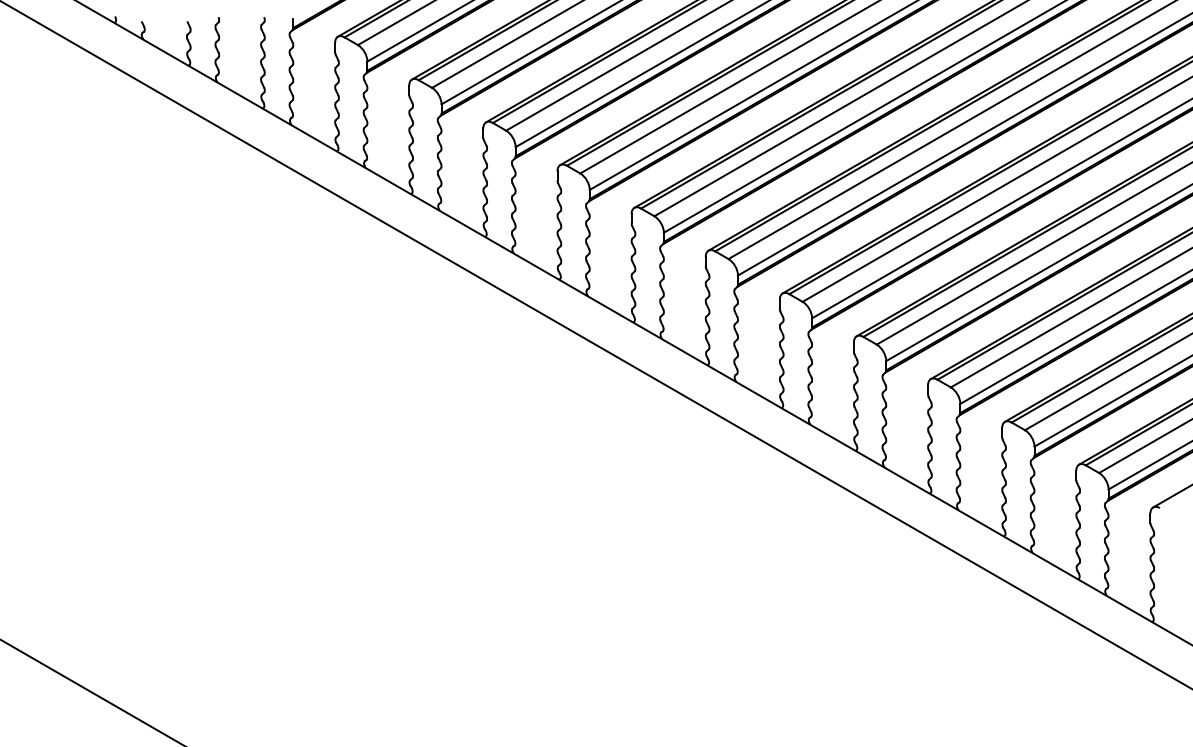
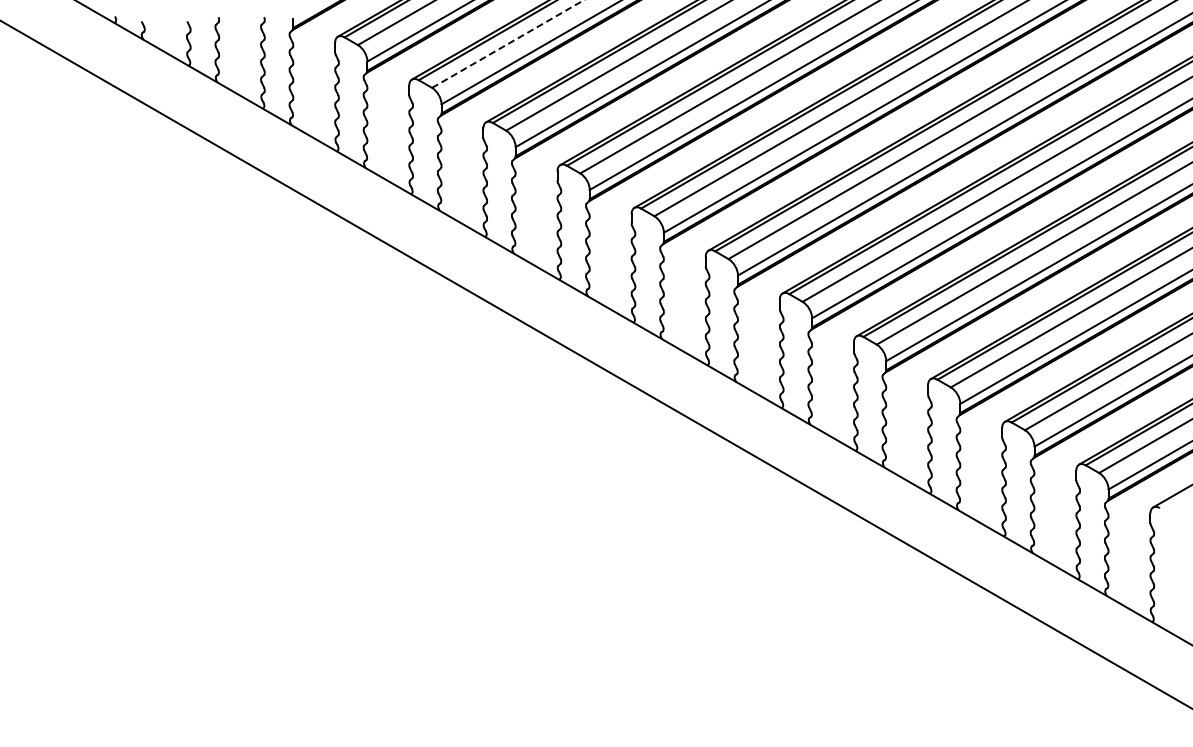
line at (508, 43): solid -> dashed
line at (595, 344) position: (595, 344) -> (595, 364)
line at (91, 691): present -> none
